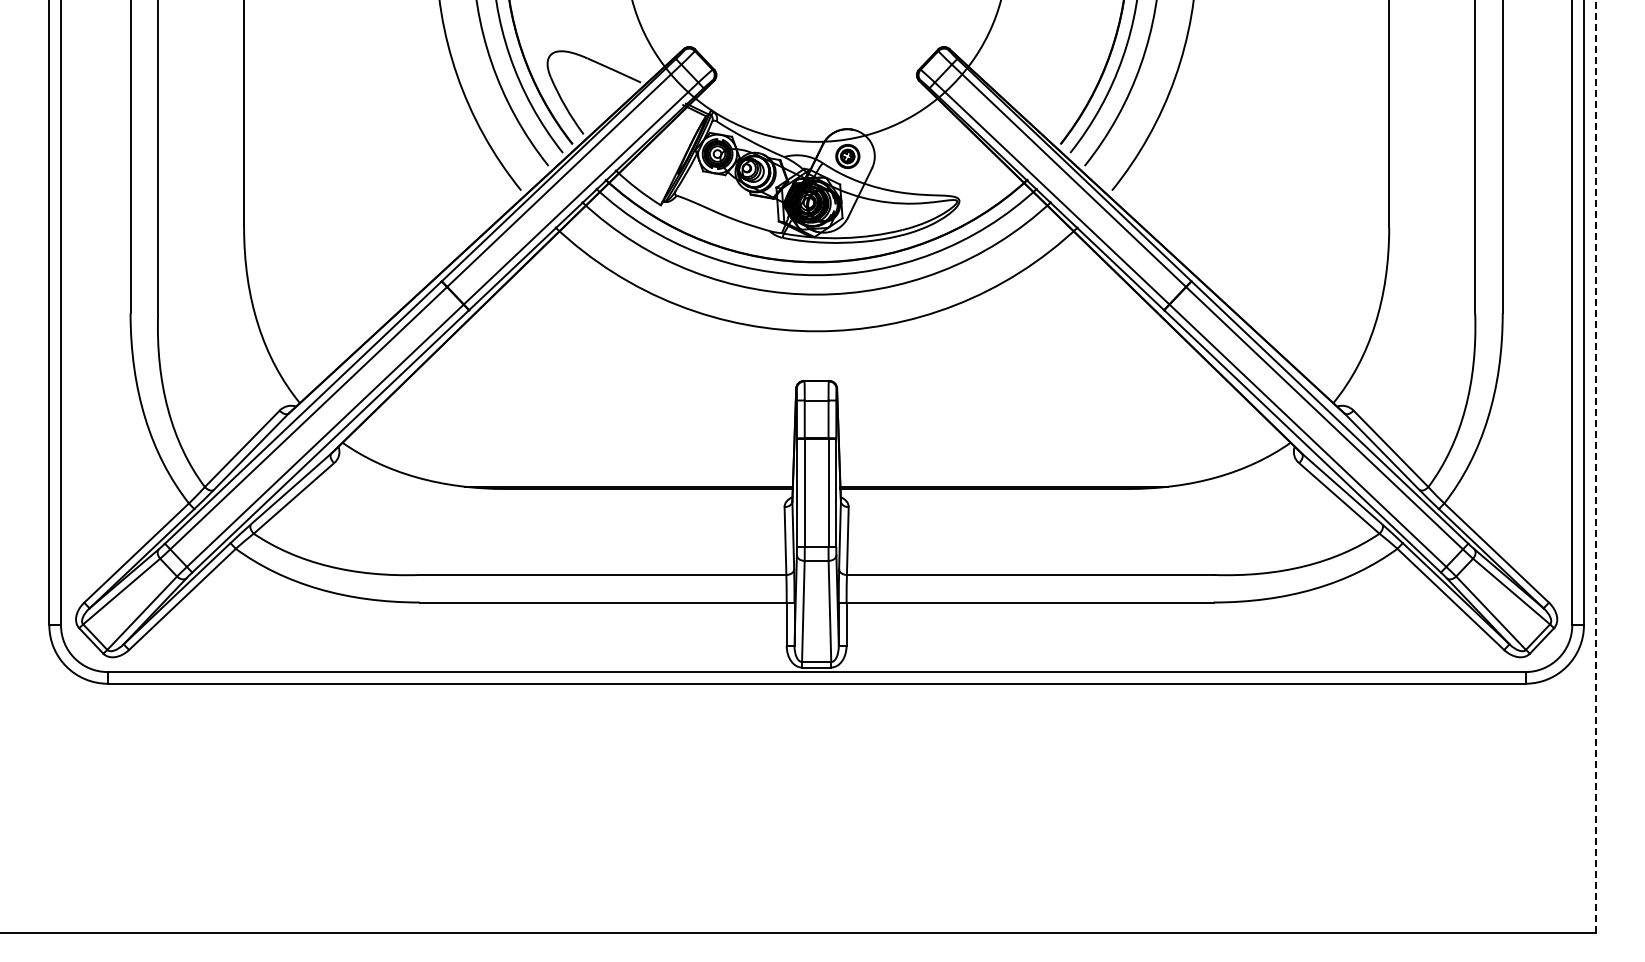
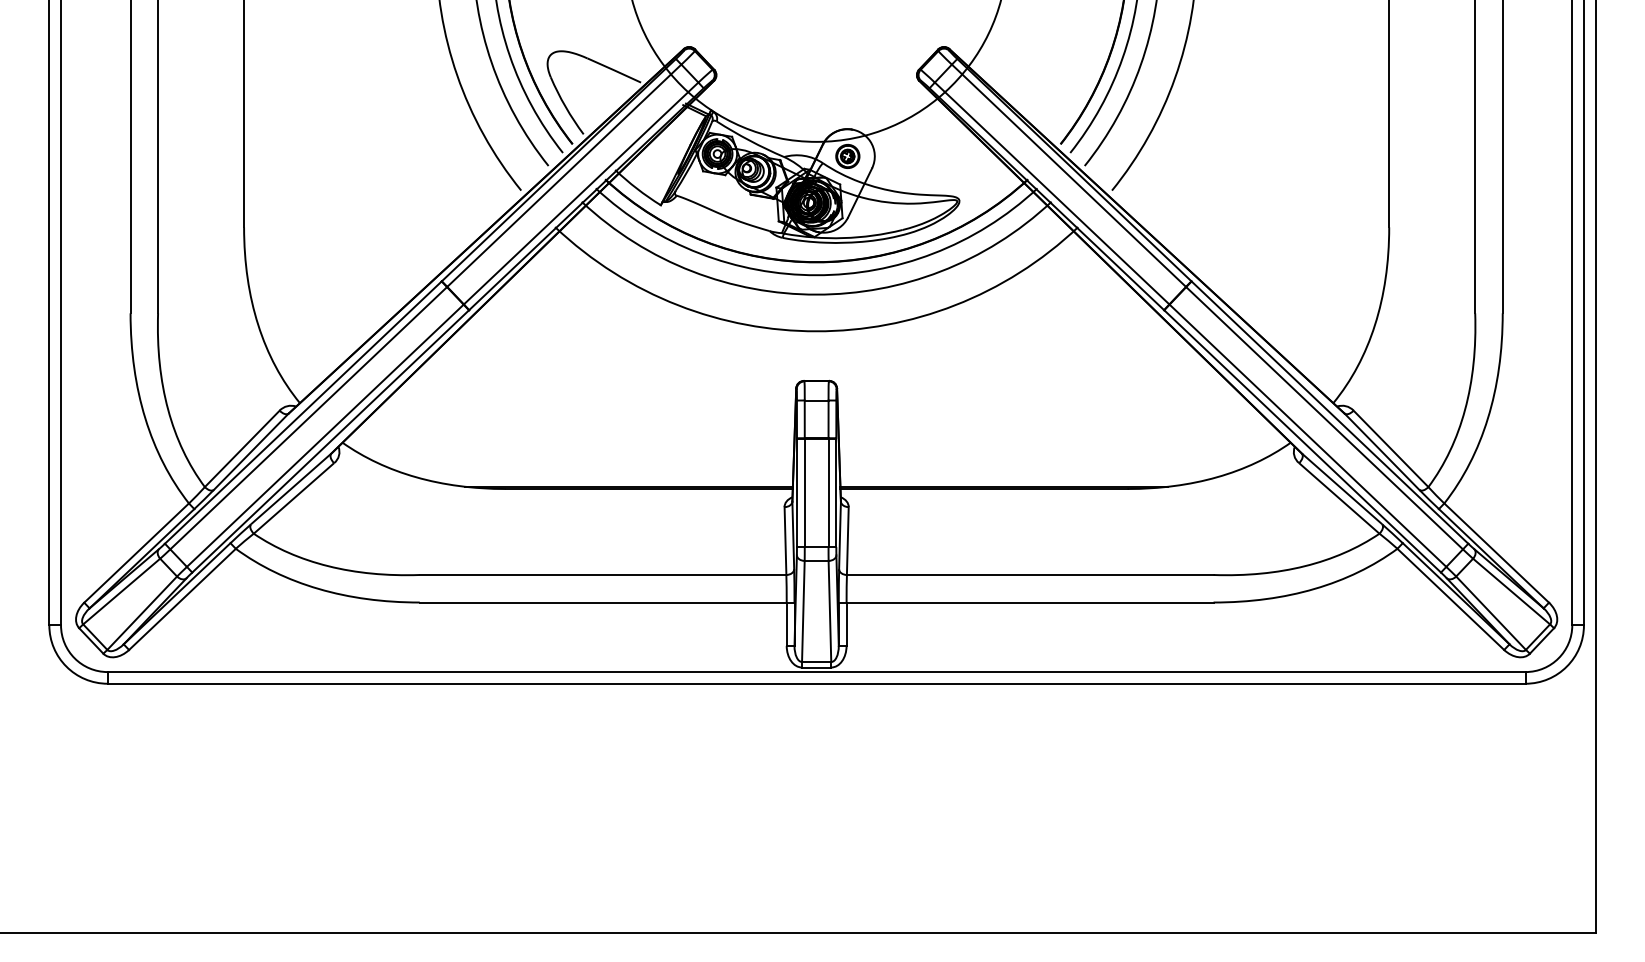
line at (1595, 467): dashed -> solid
